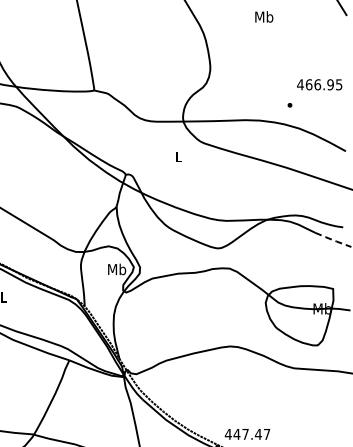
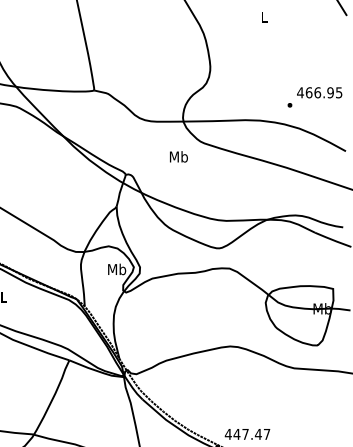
text at (264, 16): Mb -> L
text at (319, 84) position: (319, 84) -> (319, 92)
text at (178, 156): L -> Mb
line at (332, 240): dashed -> solid
